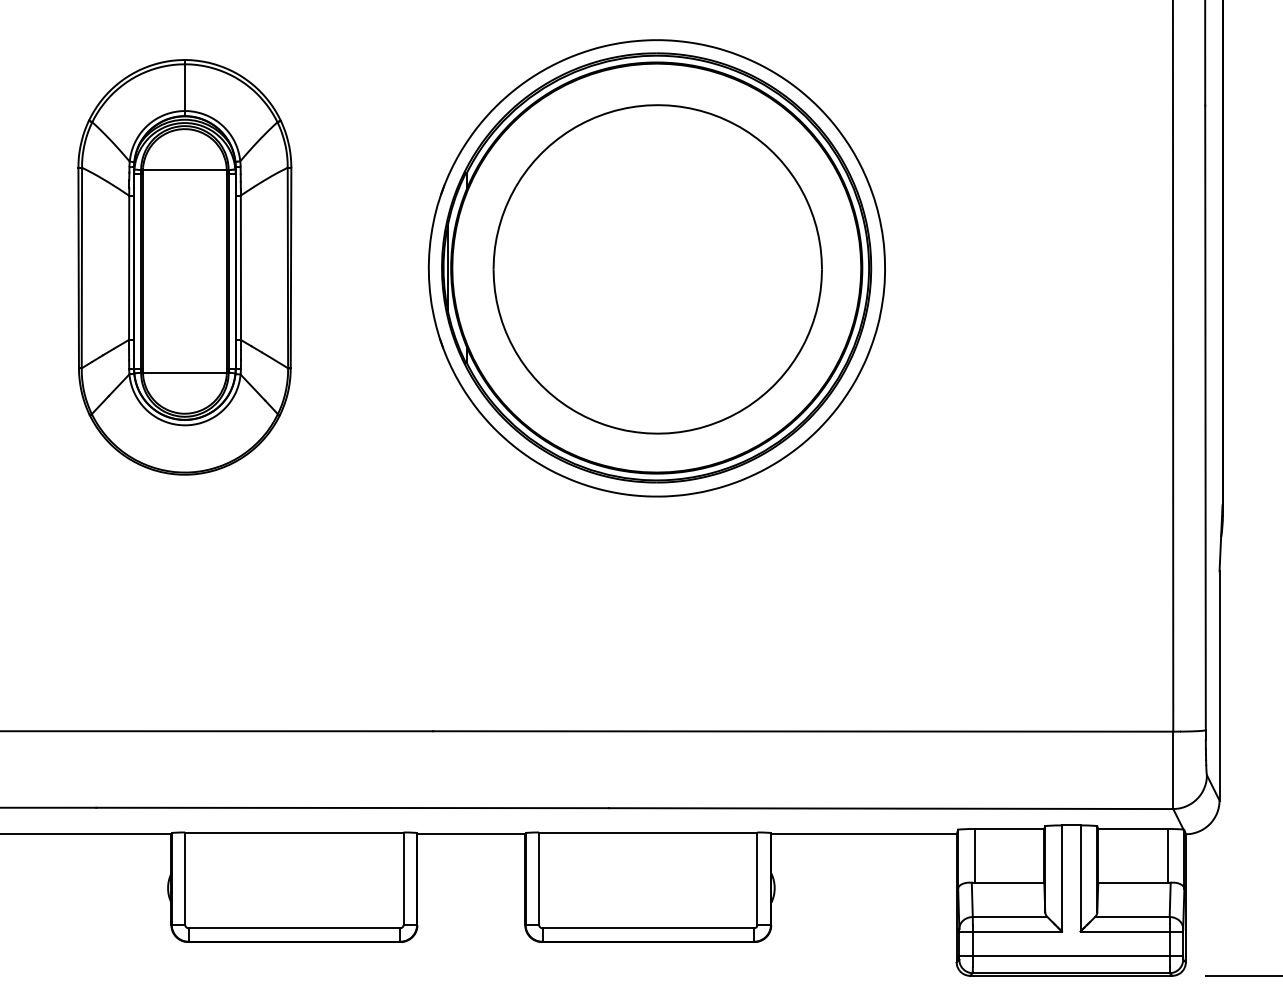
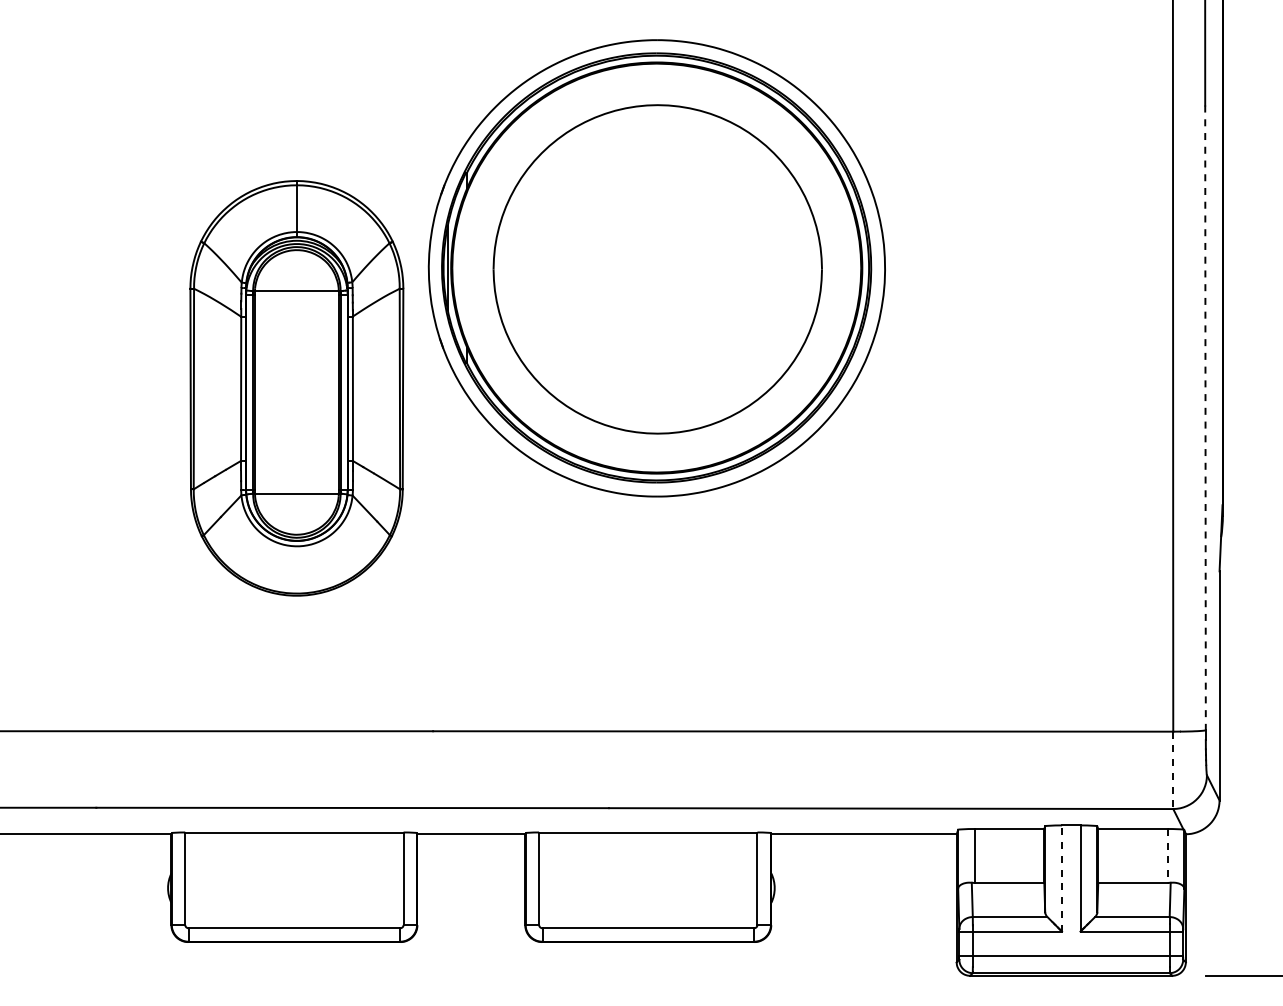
part at (184, 267) position: (184, 267) -> (296, 388)
line at (1205, 418): solid -> dashed
line at (1173, 770): solid -> dashed
line at (1167, 856): solid -> dashed
line at (1062, 878): solid -> dashed
